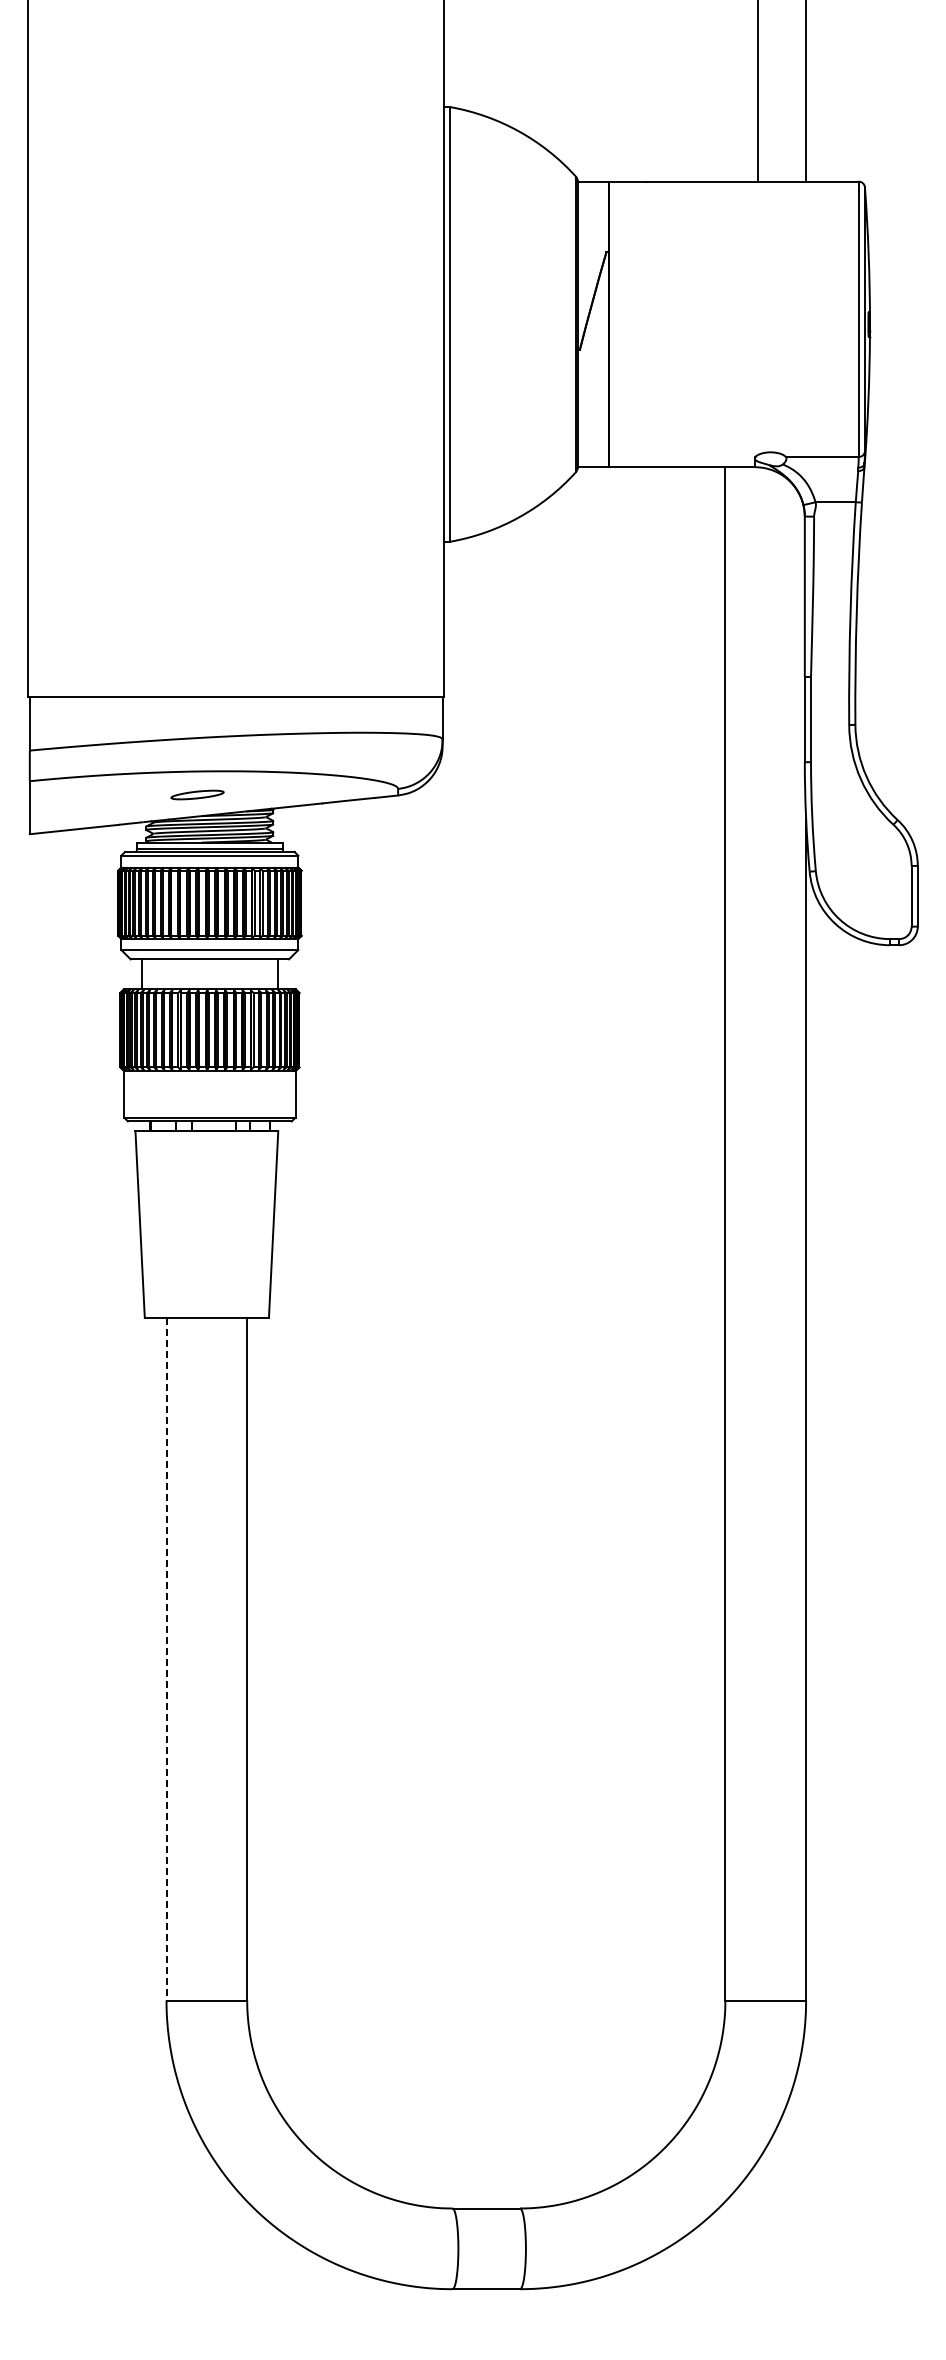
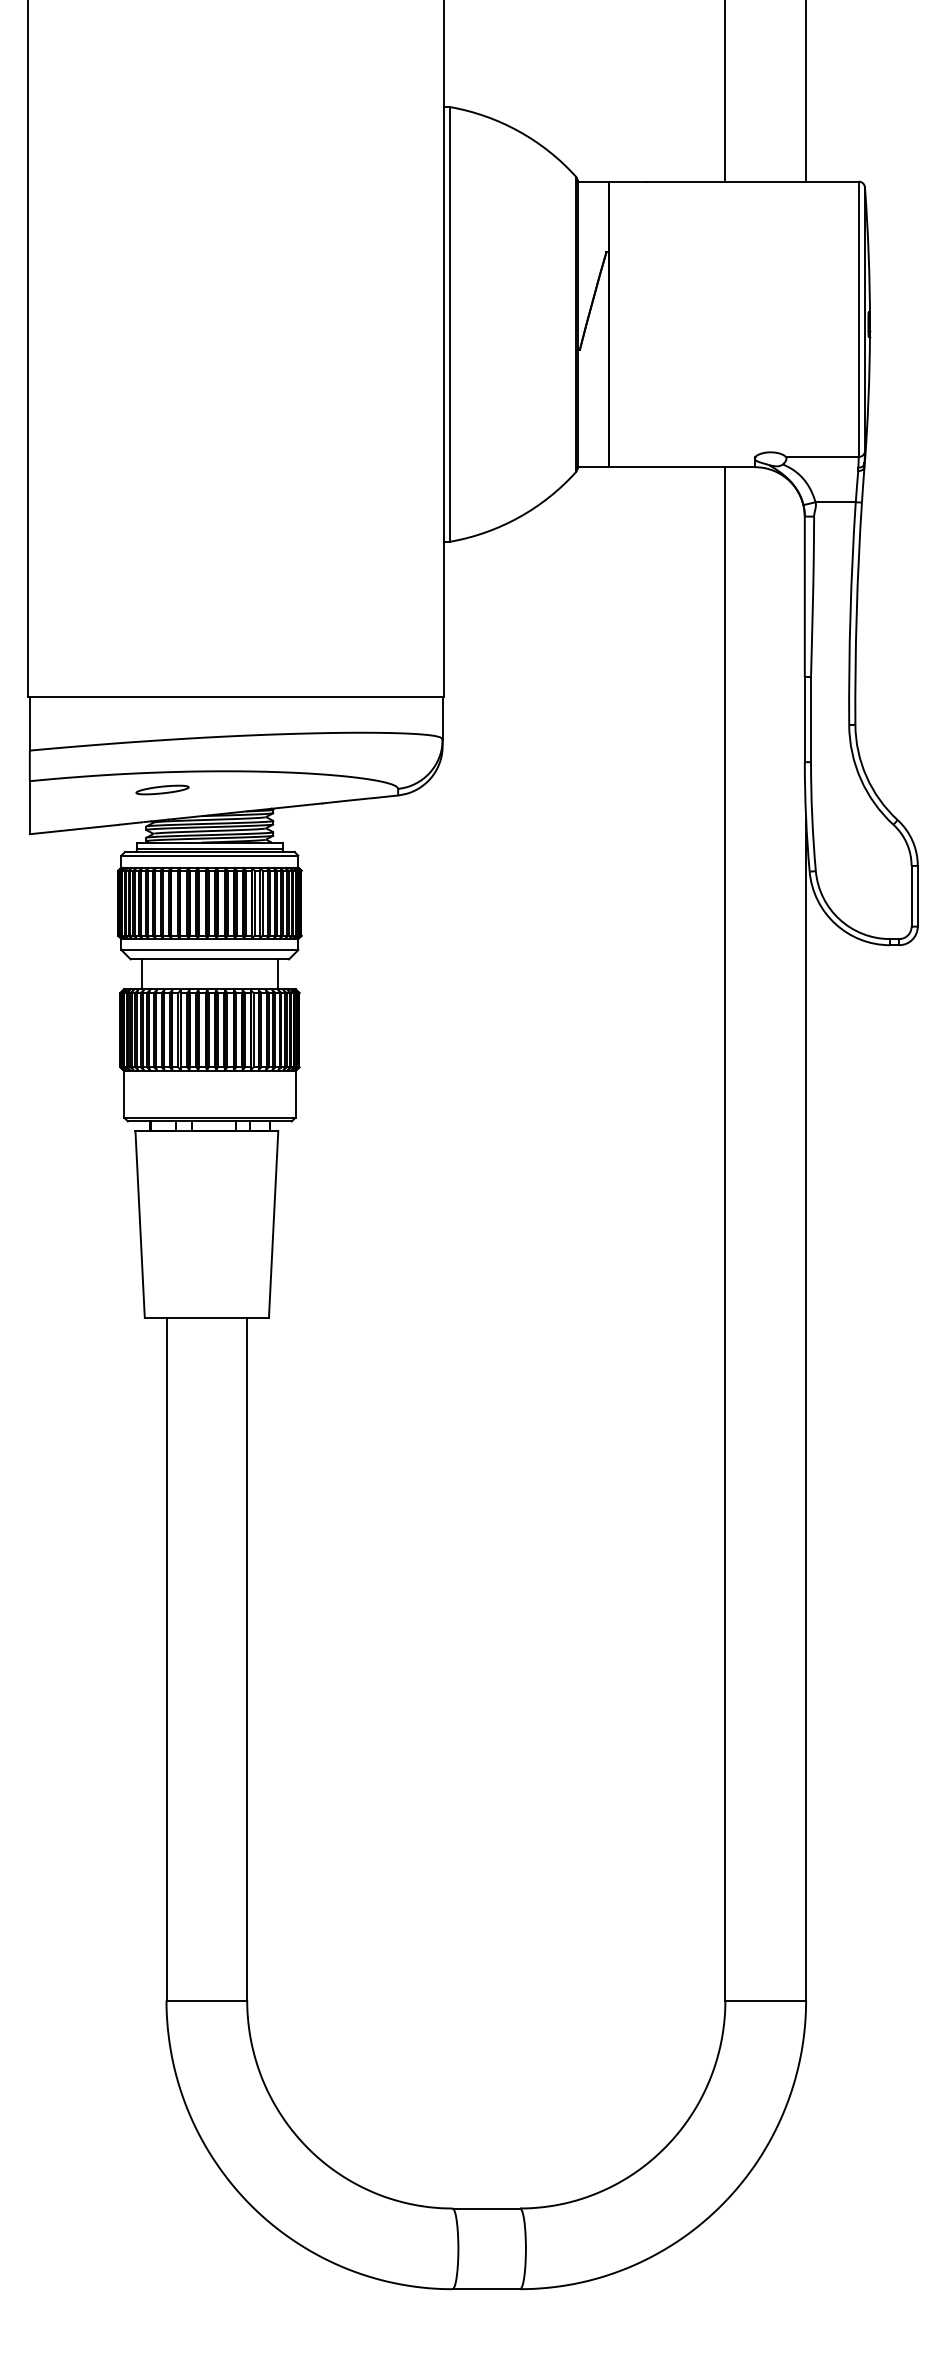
line at (758, 91) position: (758, 91) -> (725, 91)
part at (197, 794) position: (197, 794) -> (162, 789)
line at (166, 1659): dashed -> solid
